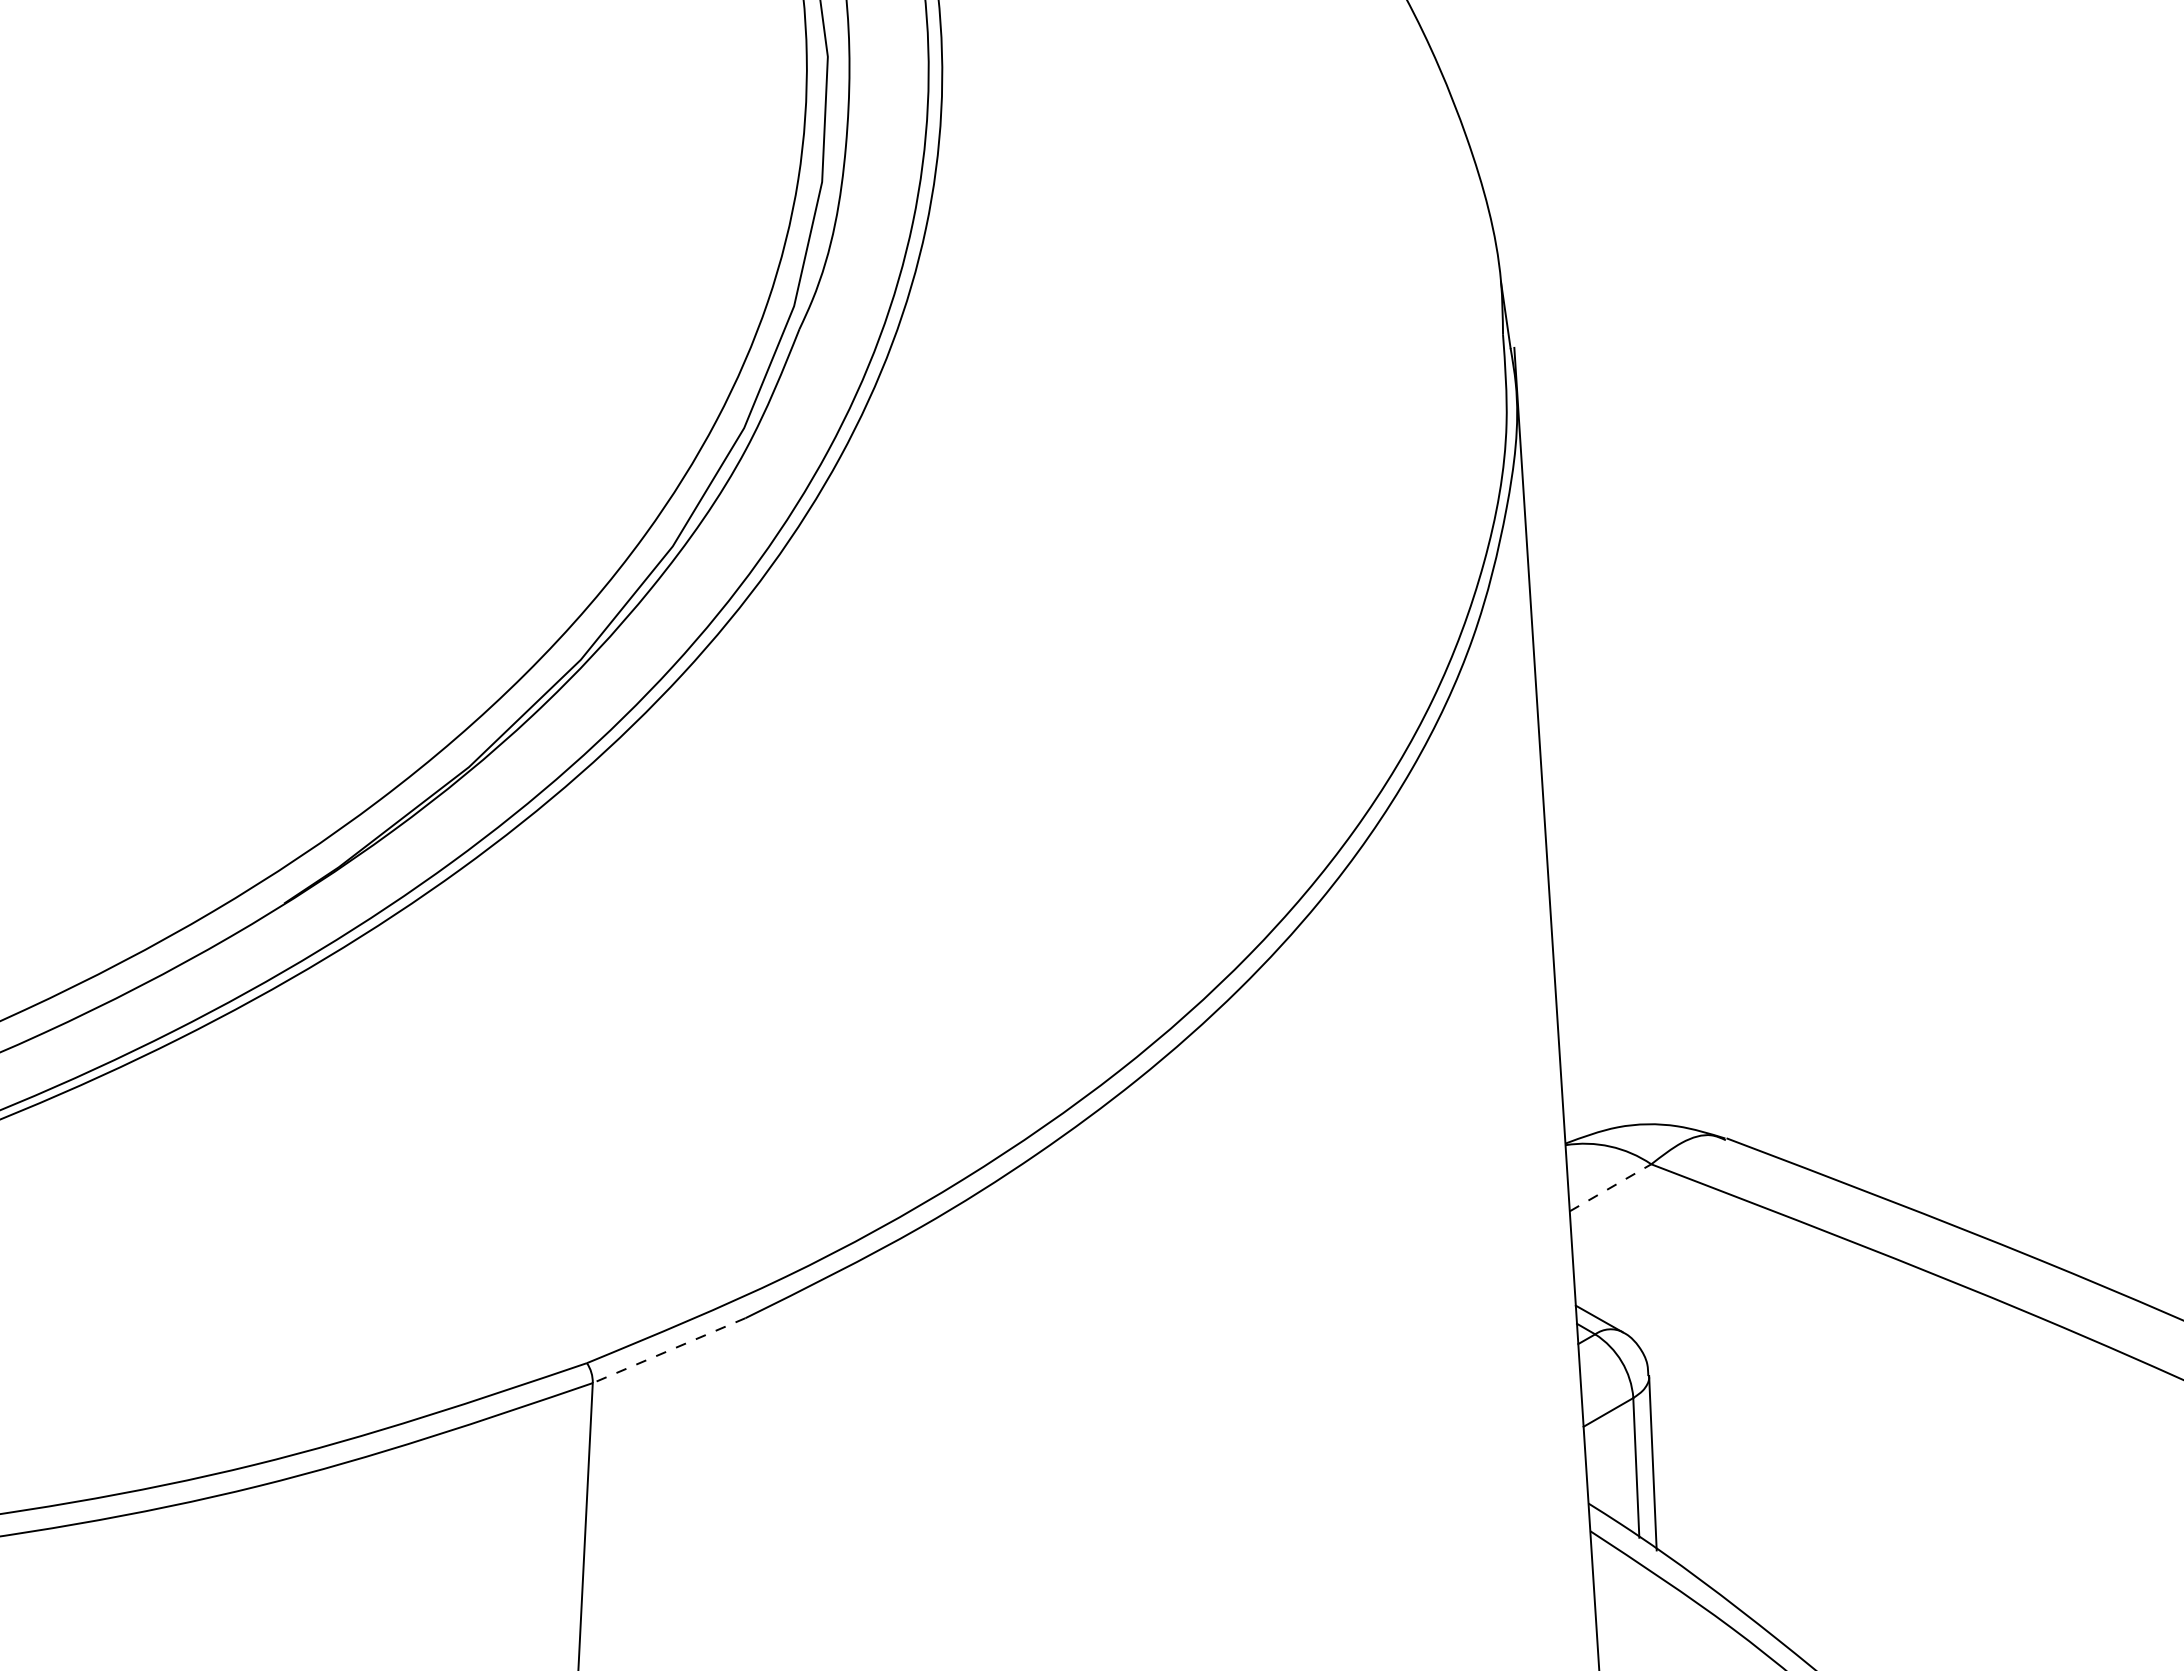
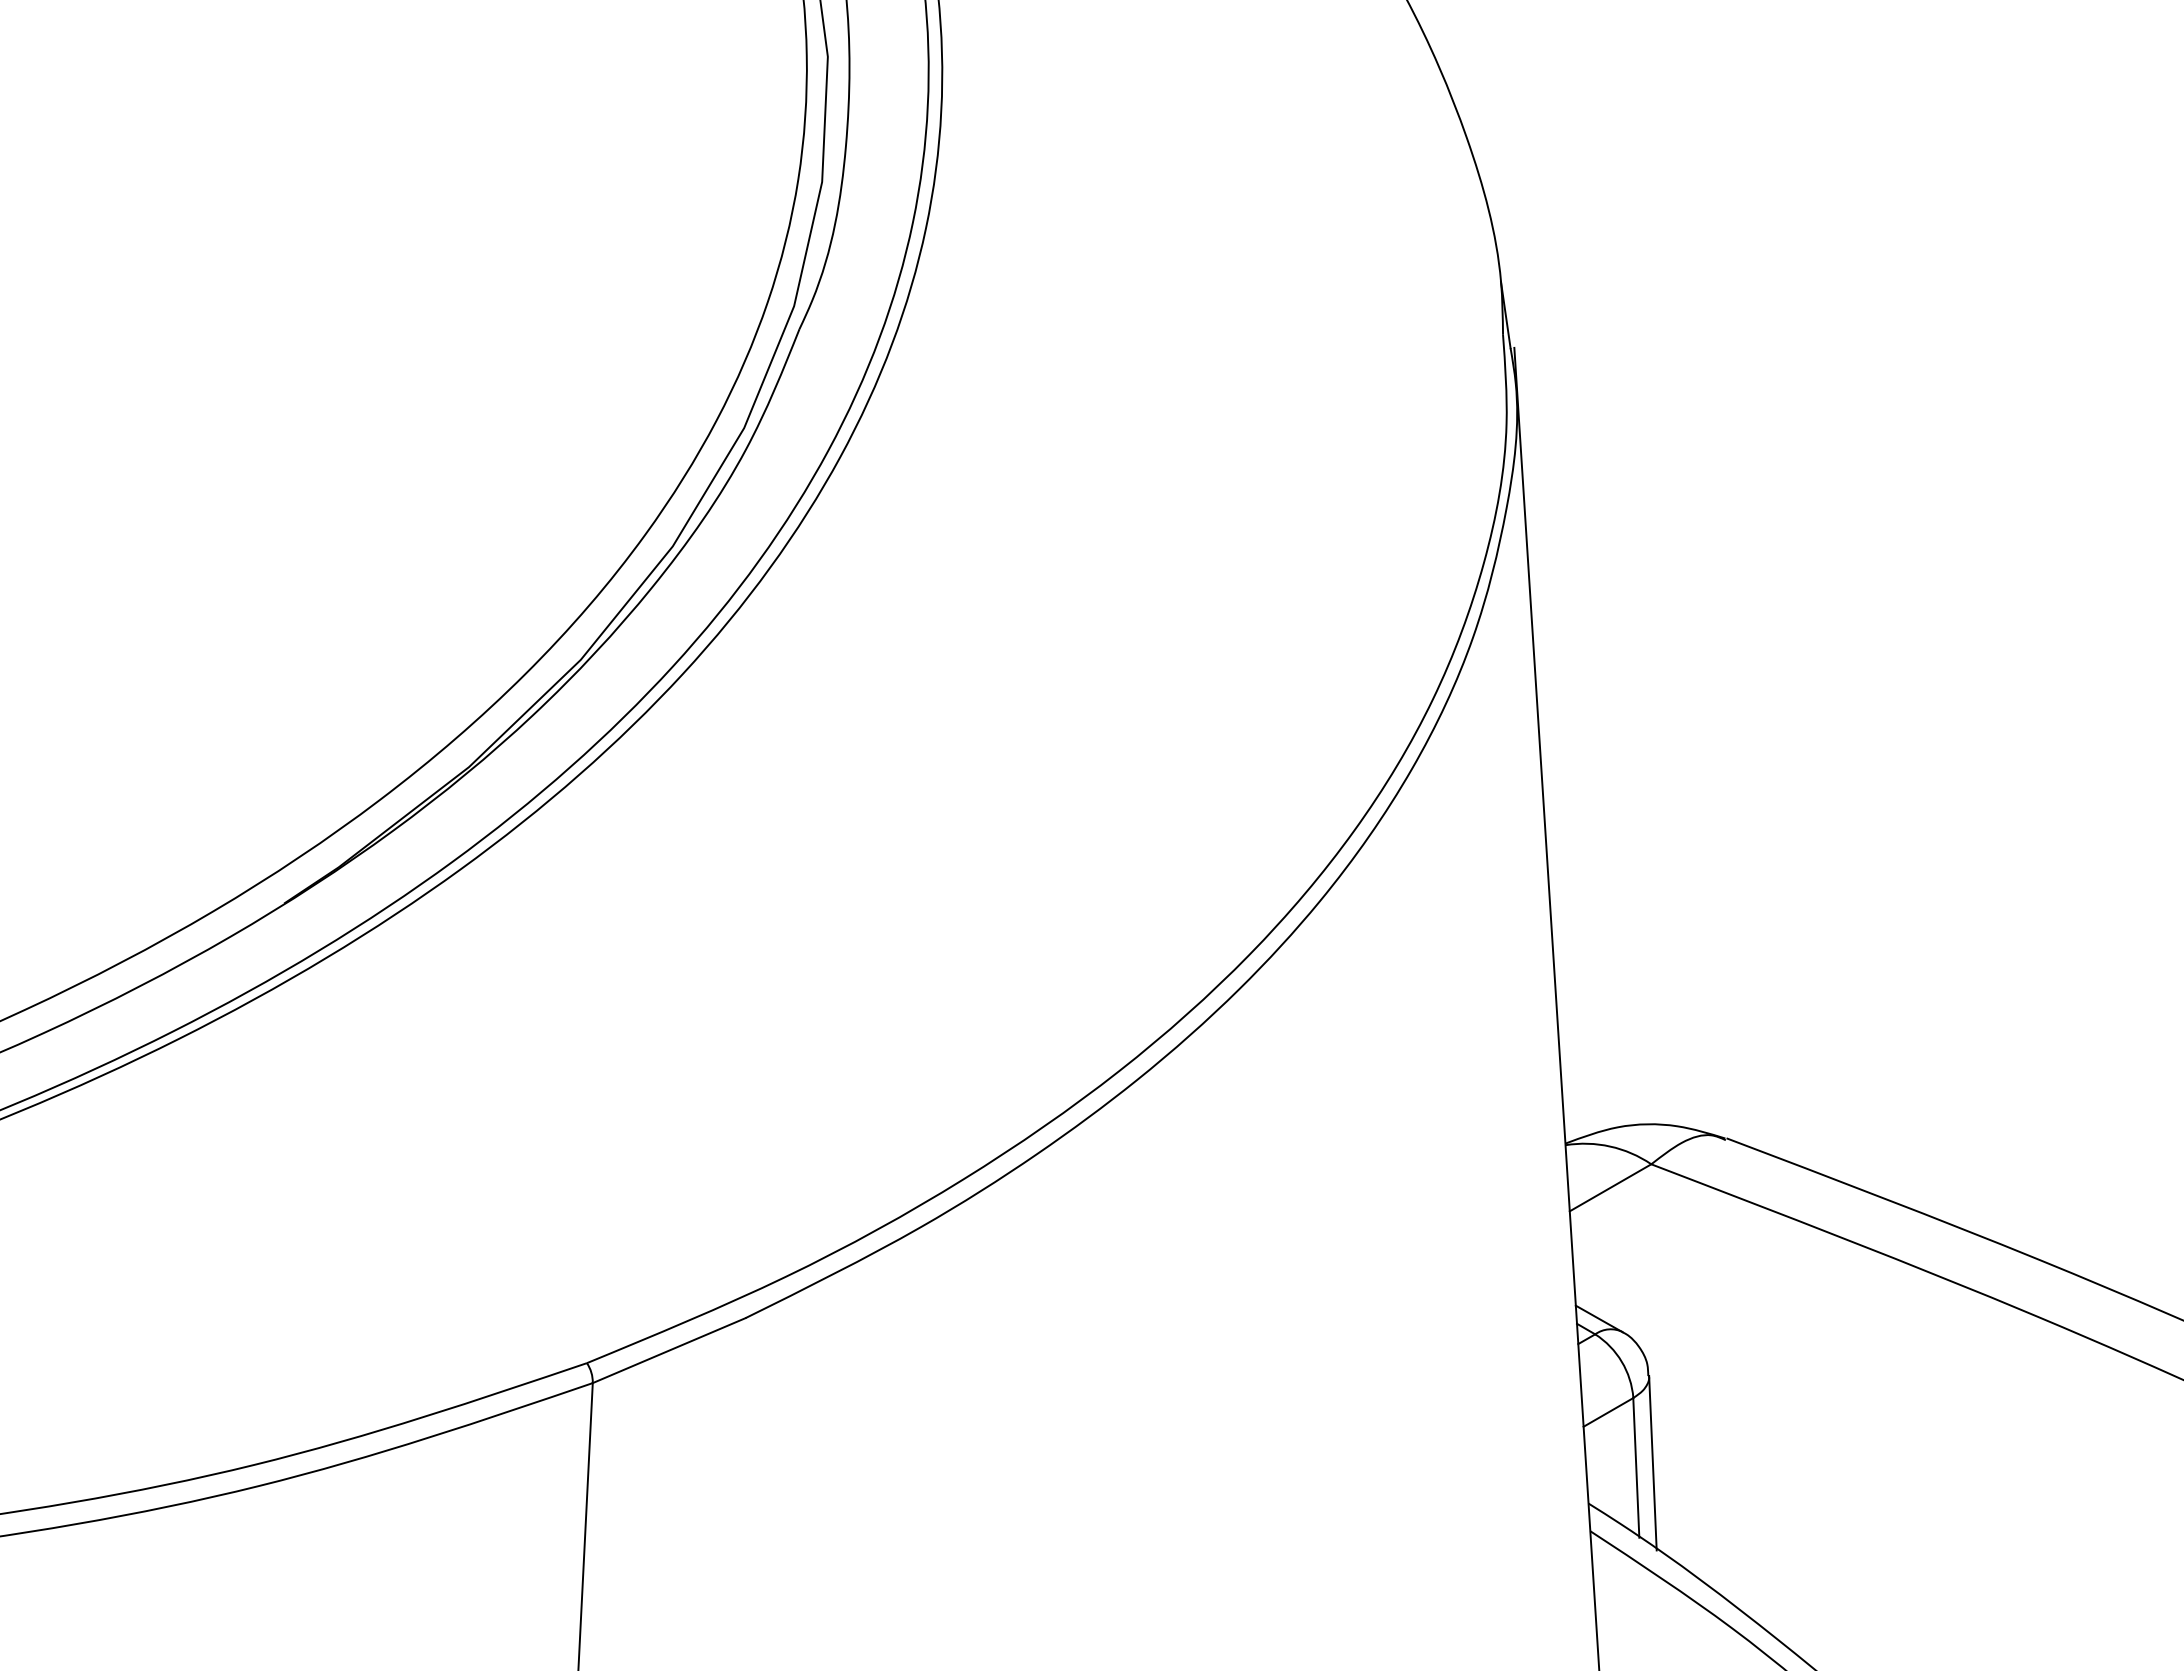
line at (1610, 1187): dashed -> solid
line at (669, 1350): dashed -> solid
